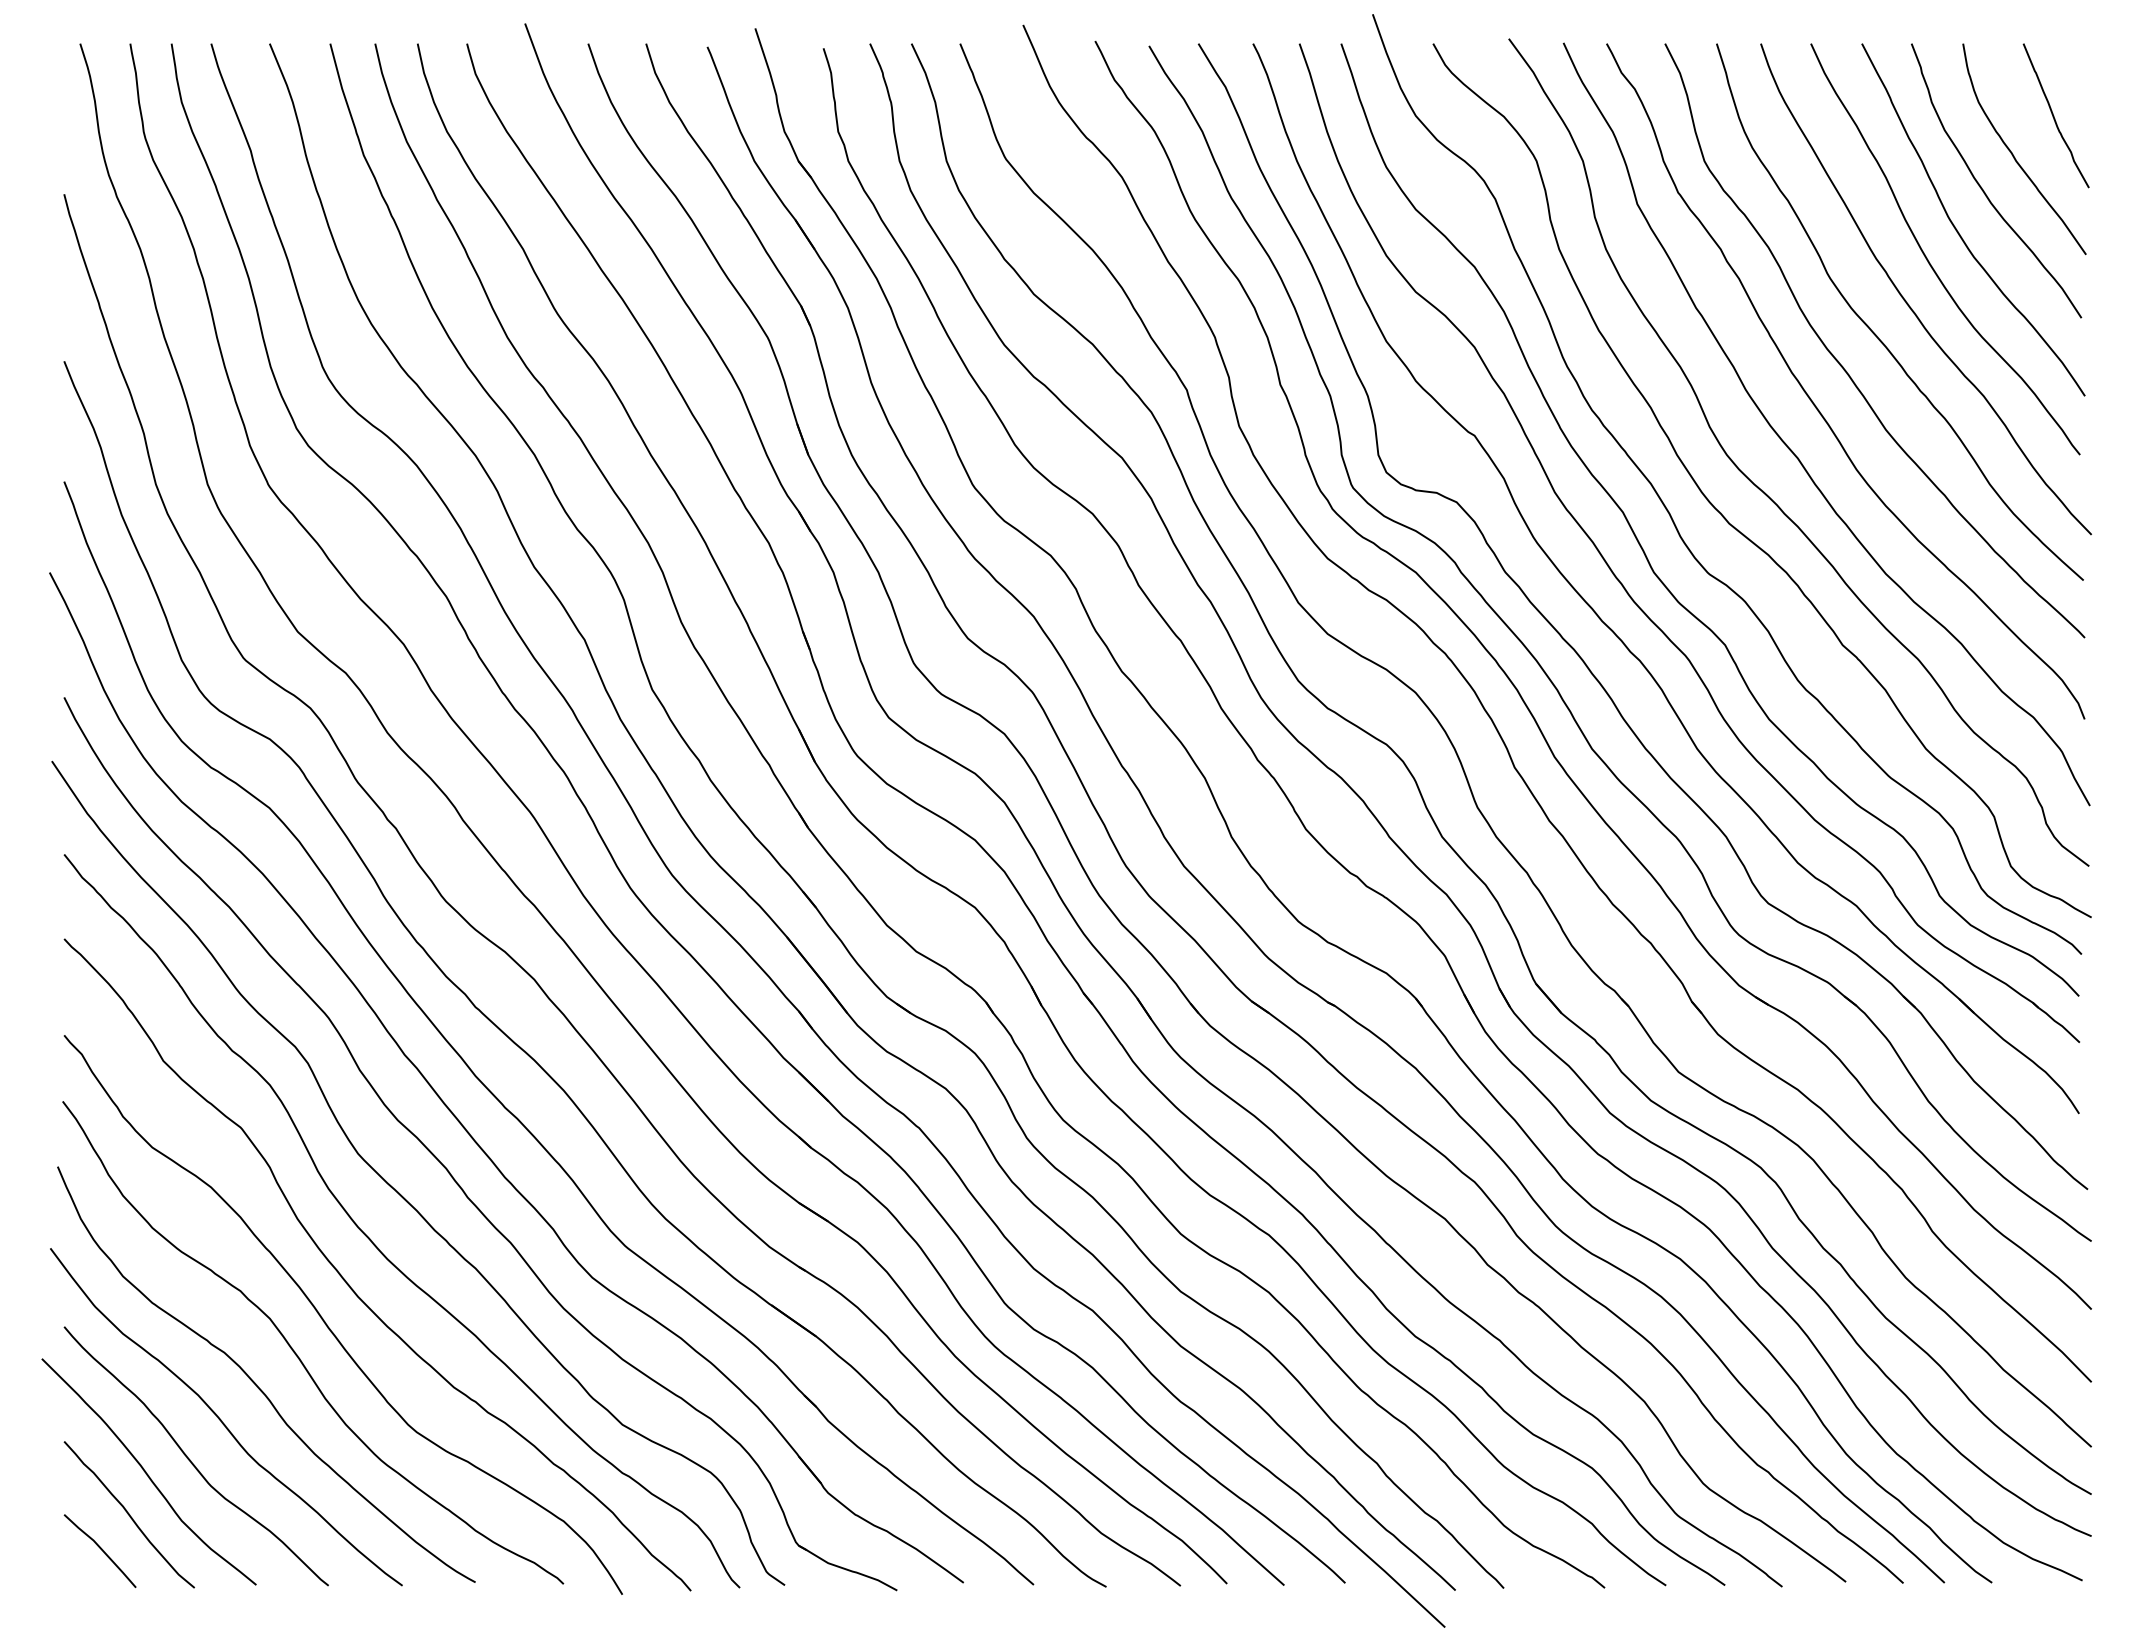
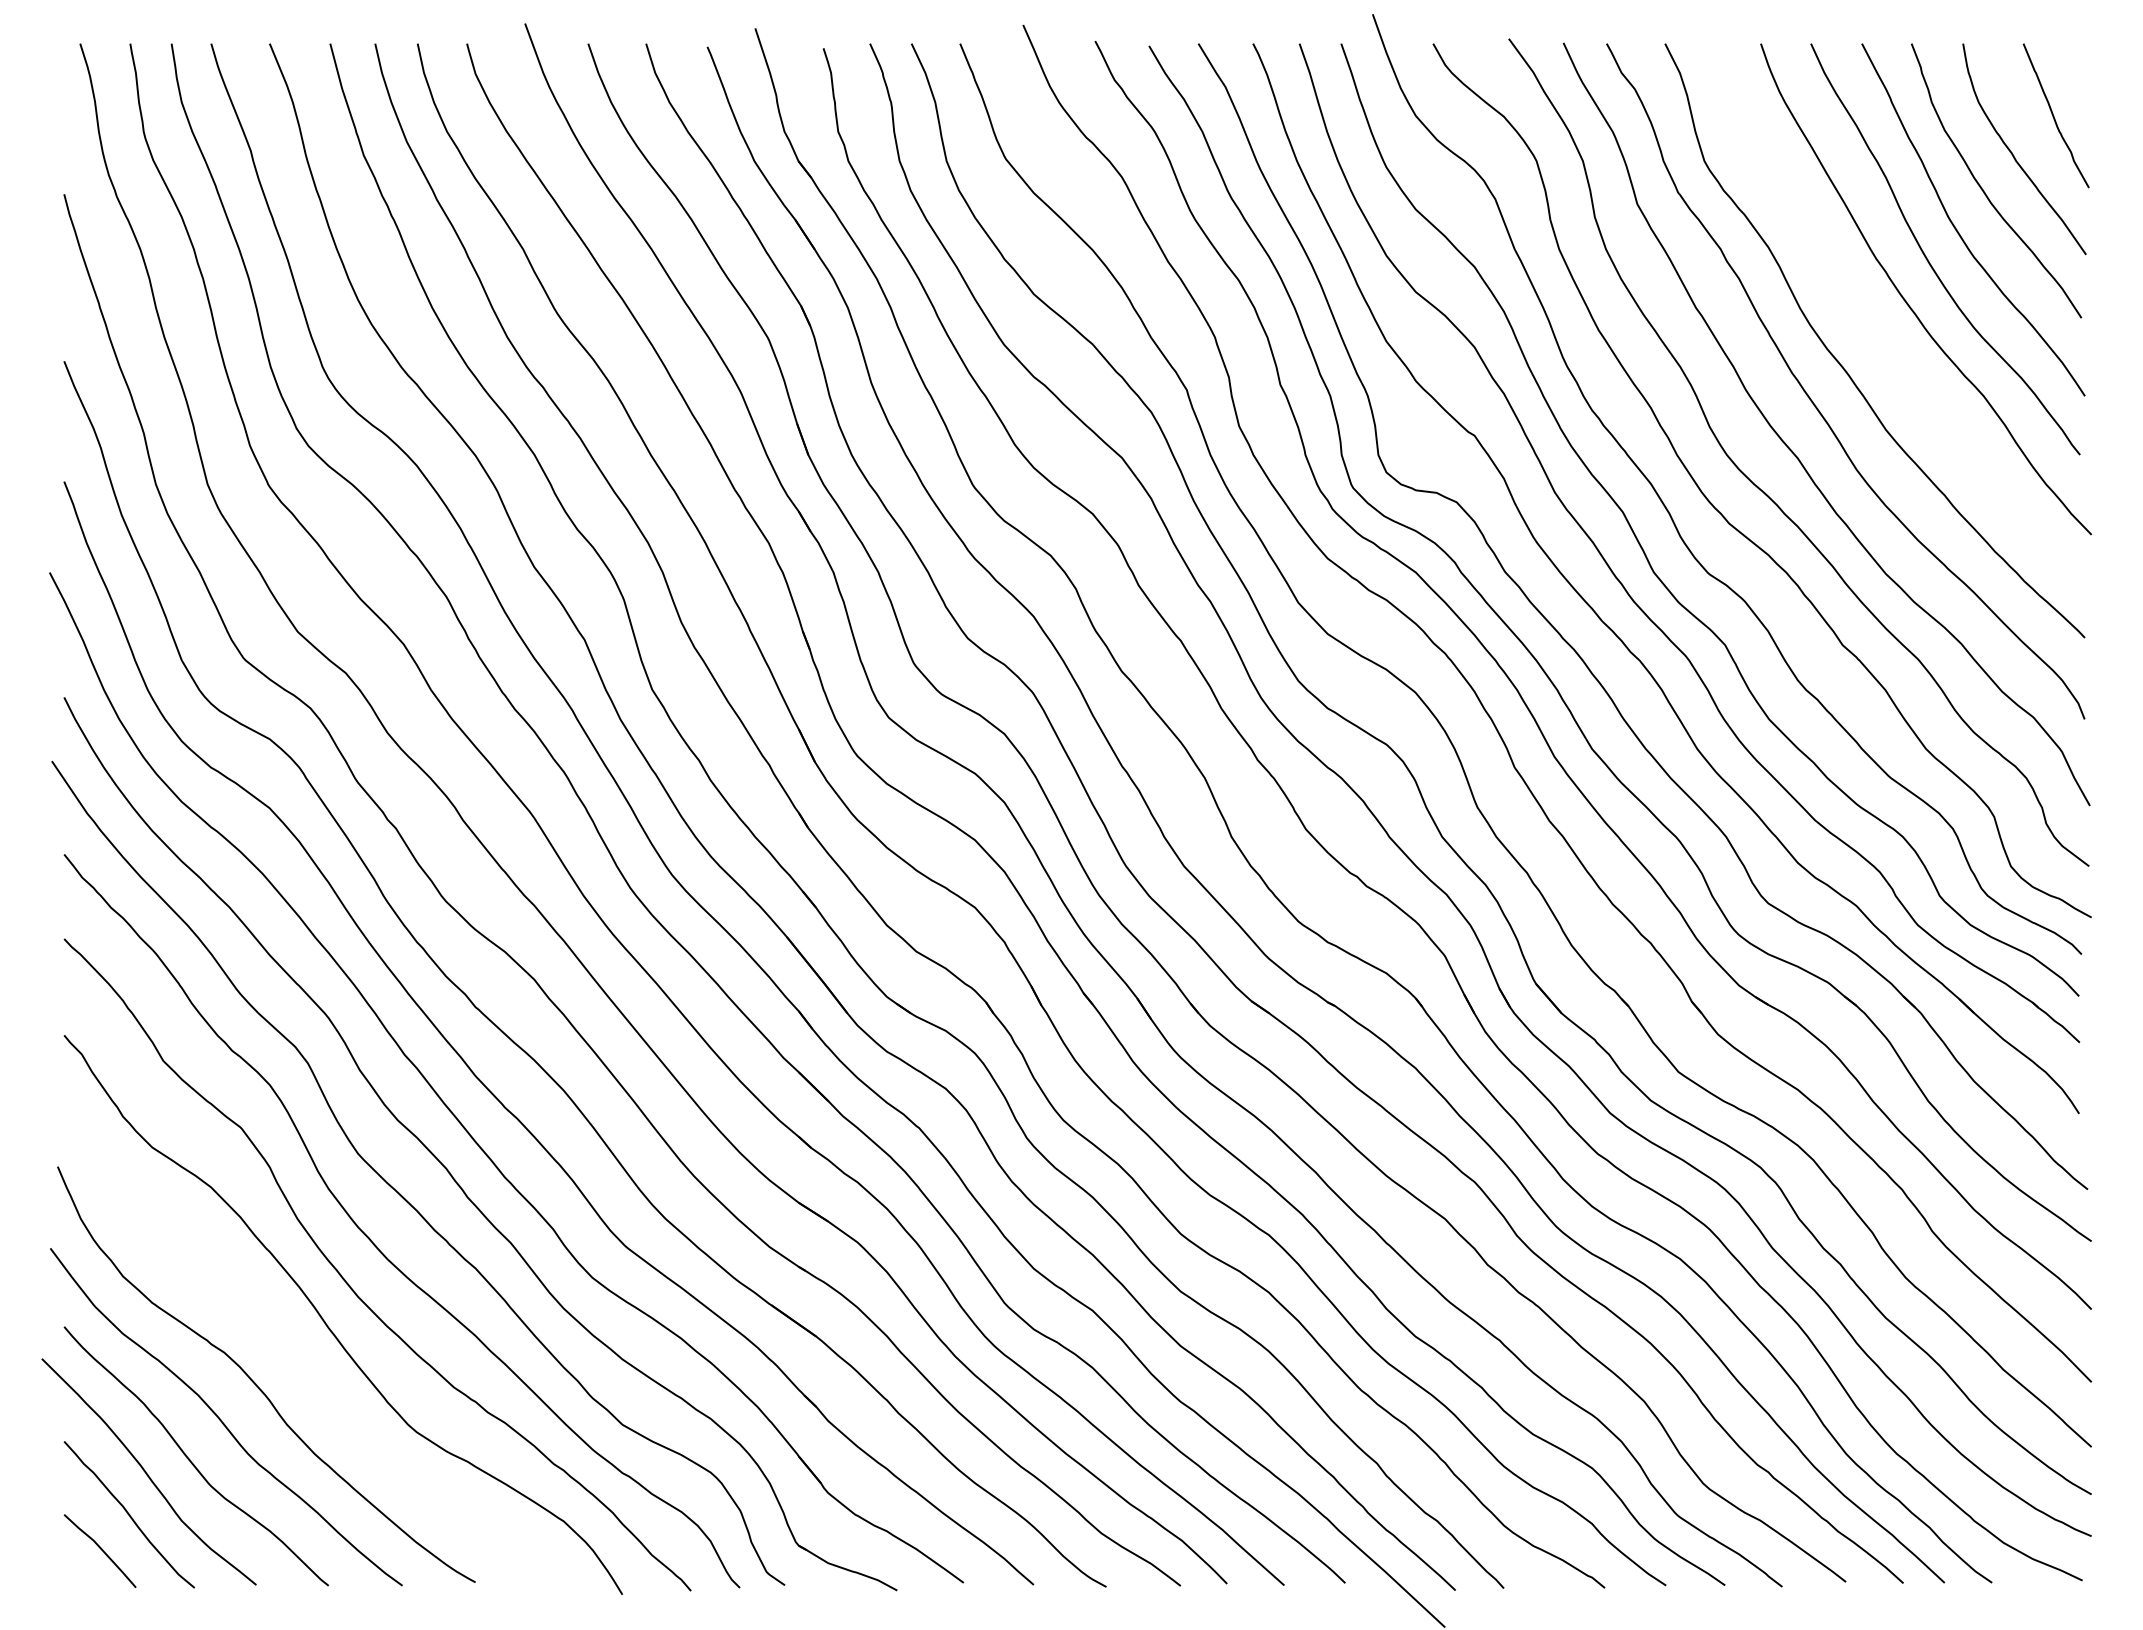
curve at (1876, 334): present -> none
curve at (298, 1355): present -> none
